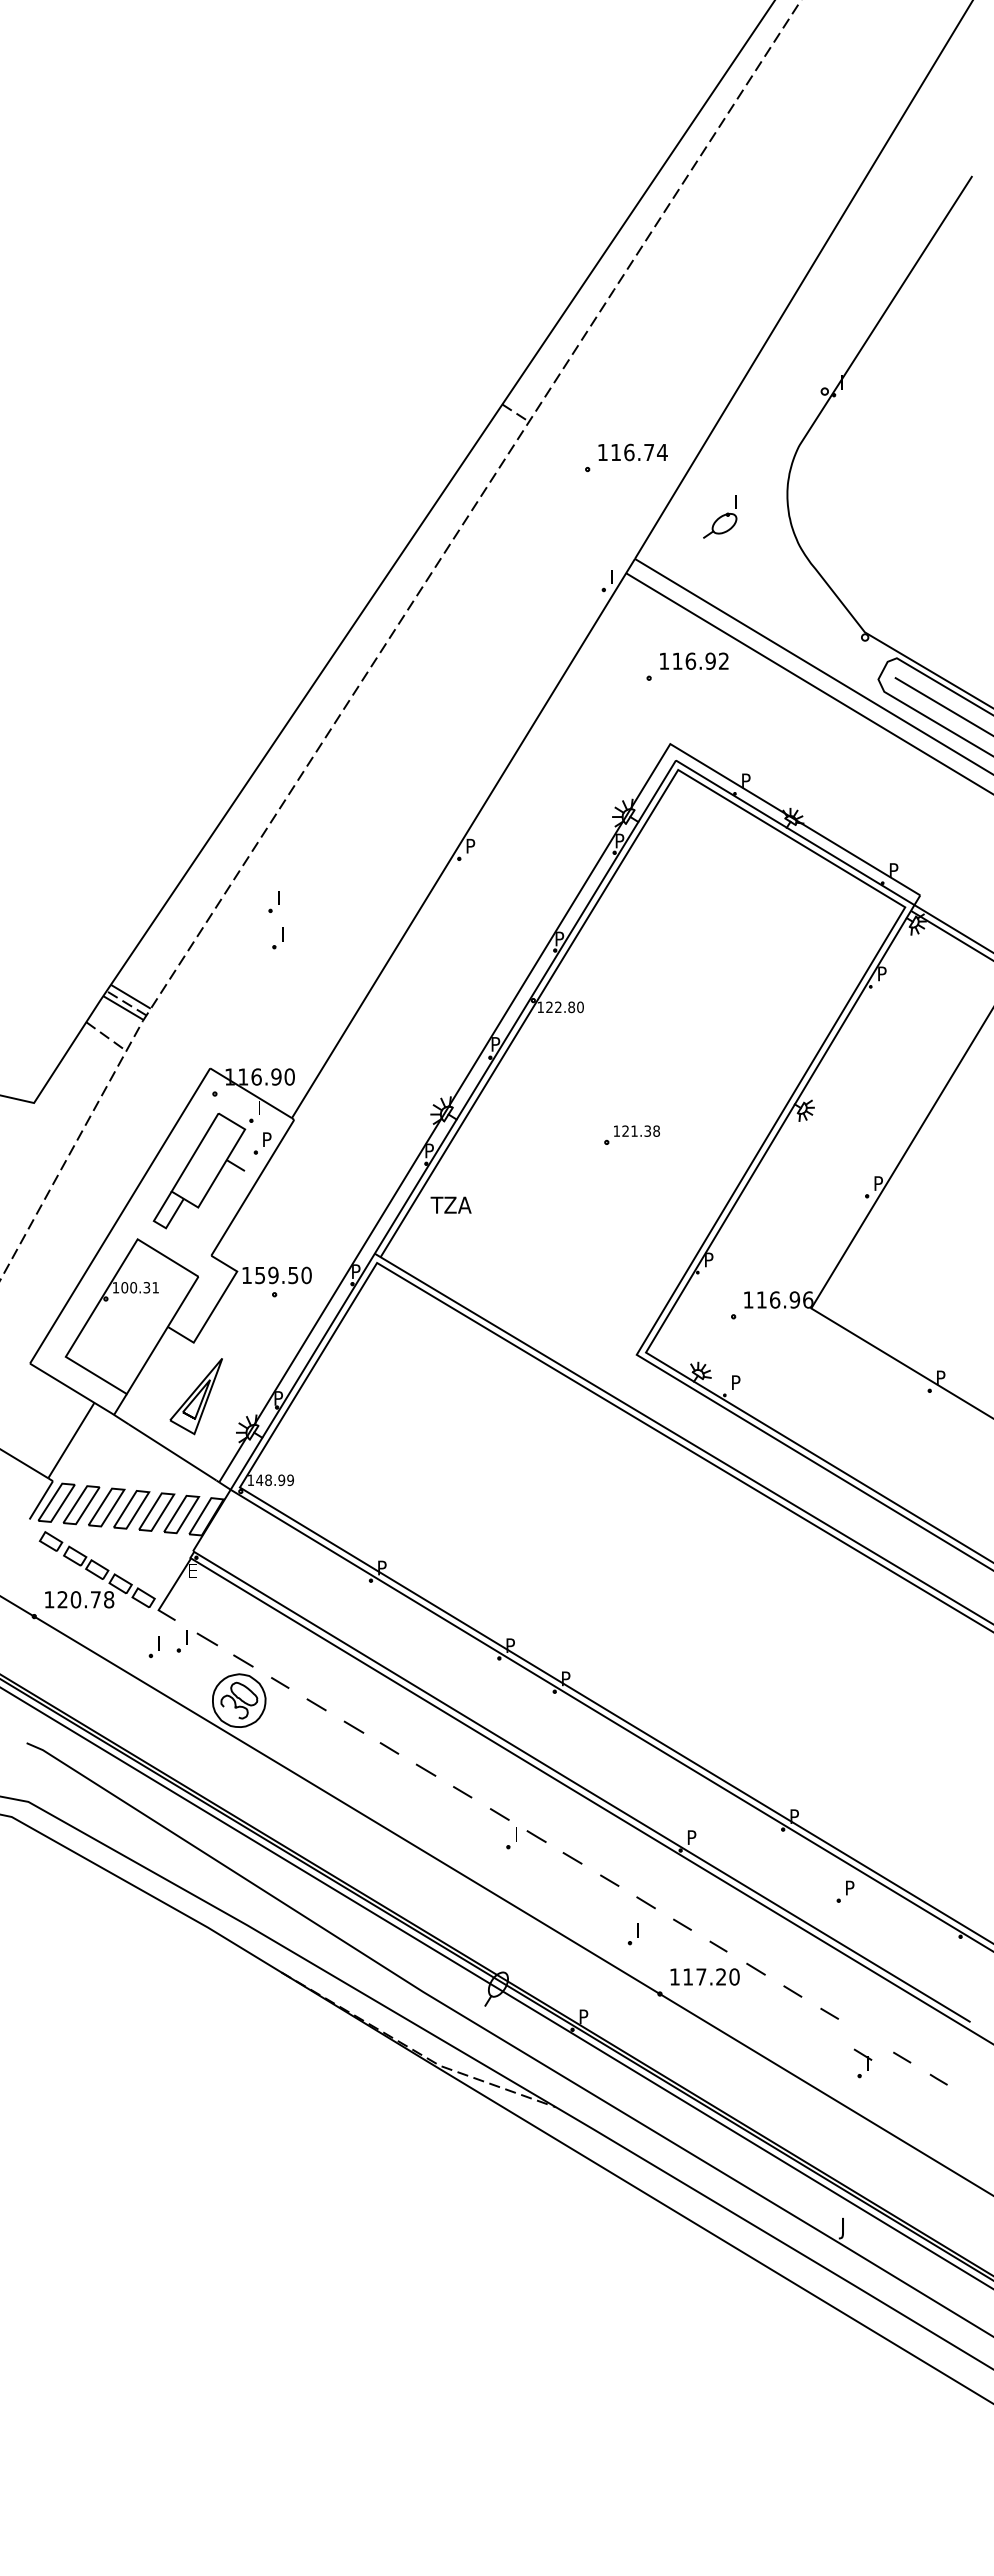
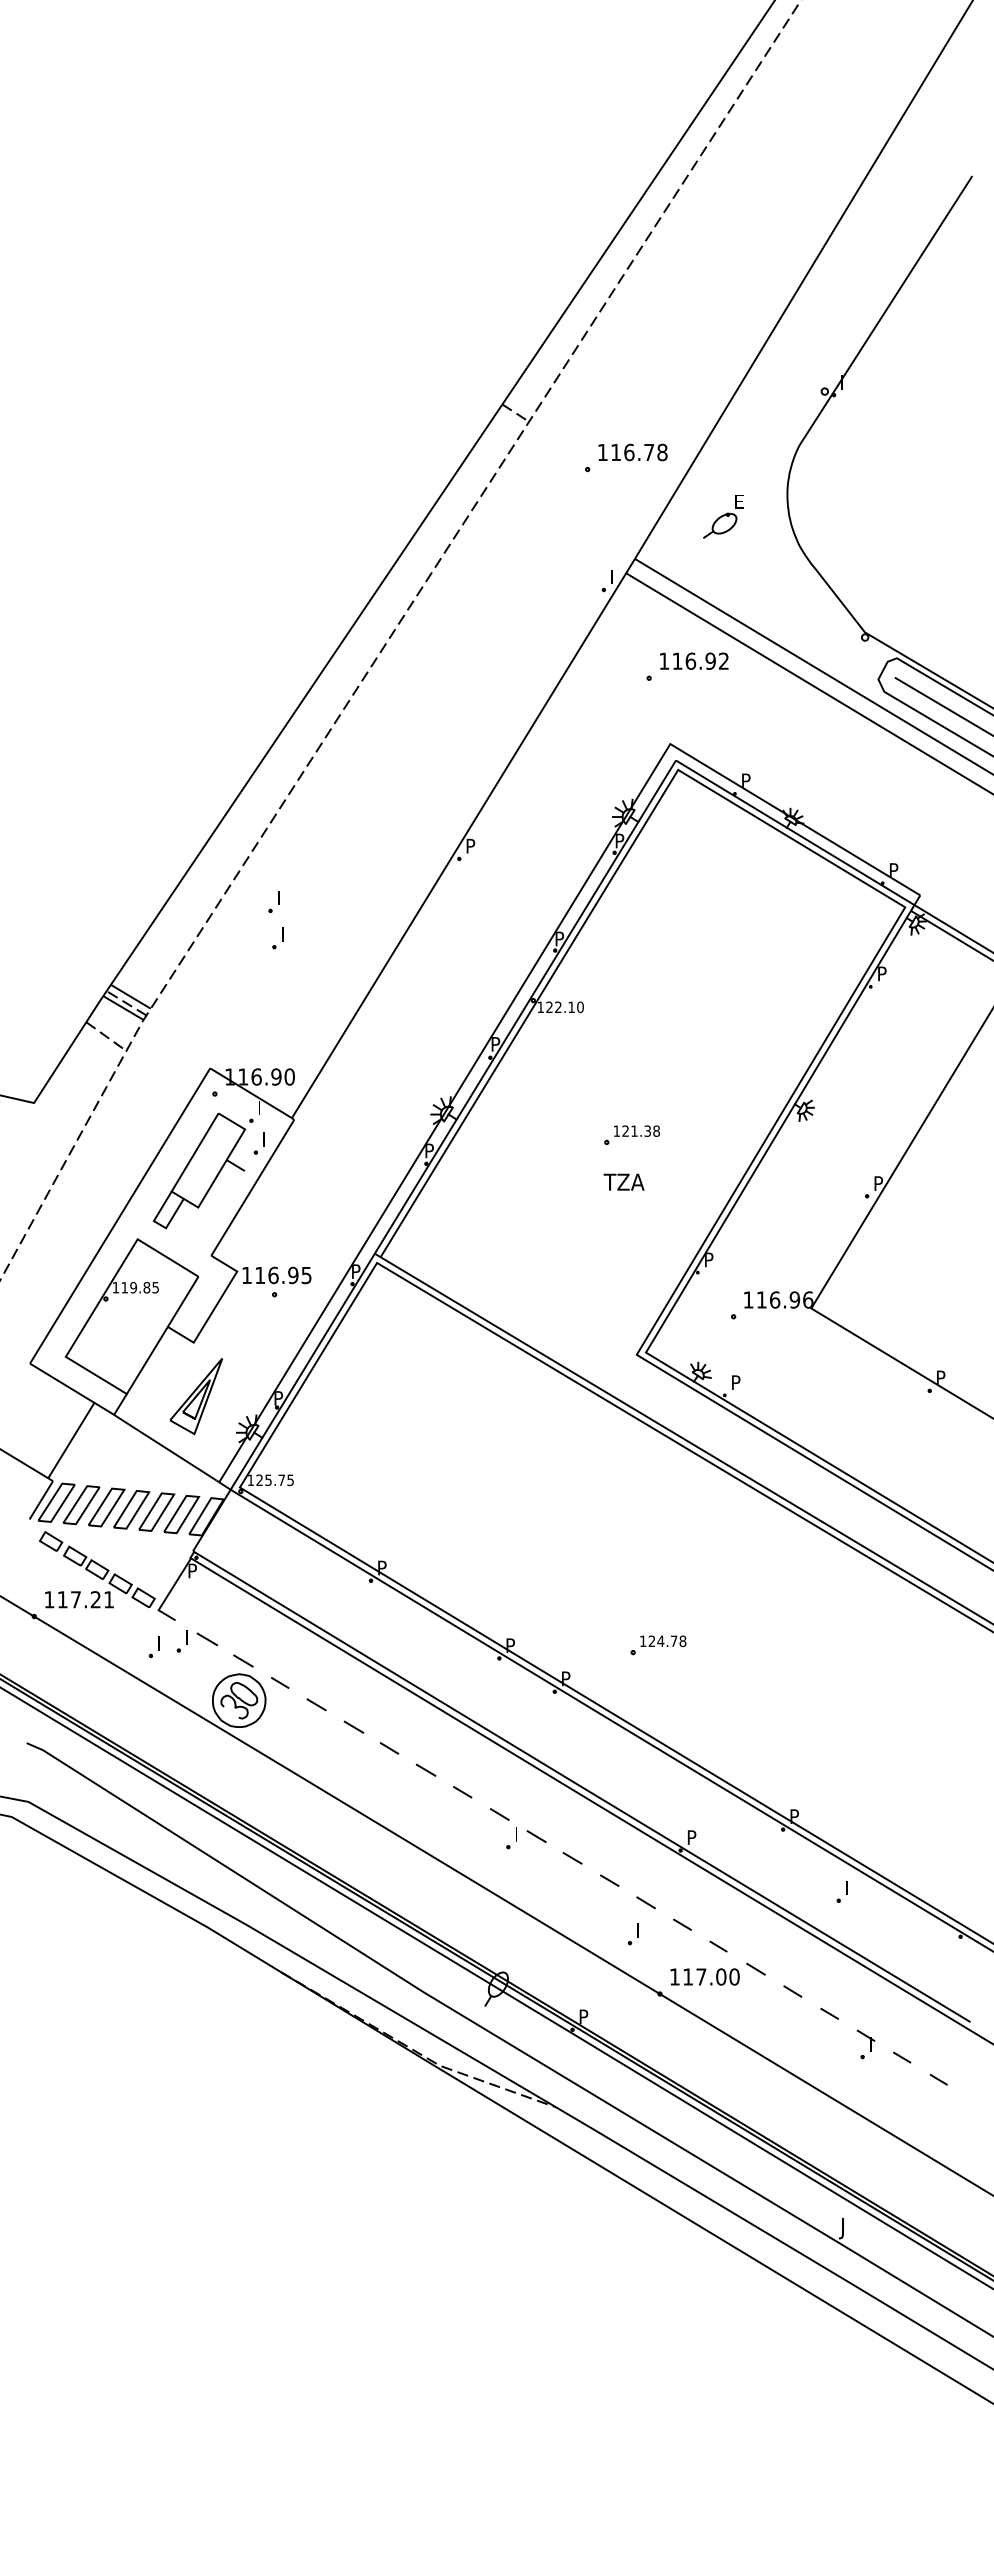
text at (662, 452): 116.74 -> 116.78
text at (740, 501): I -> E
text at (571, 1007): 122.80 -> 122.10
text at (267, 1139): P -> I
text at (450, 1204) position: (450, 1204) -> (623, 1181)
text at (283, 1275): 159.50 -> 116.95
text at (139, 1287): 100.31 -> 119.85
text at (274, 1480): 148.99 -> 125.75
text at (192, 1570): E -> P
text at (85, 1599): 120.78 -> 117.21
part at (658, 1645): none -> present
text at (850, 1887): P -> I
text at (721, 1976): 117.20 -> 117.00
part at (862, 2063) position: (862, 2063) -> (865, 2044)
